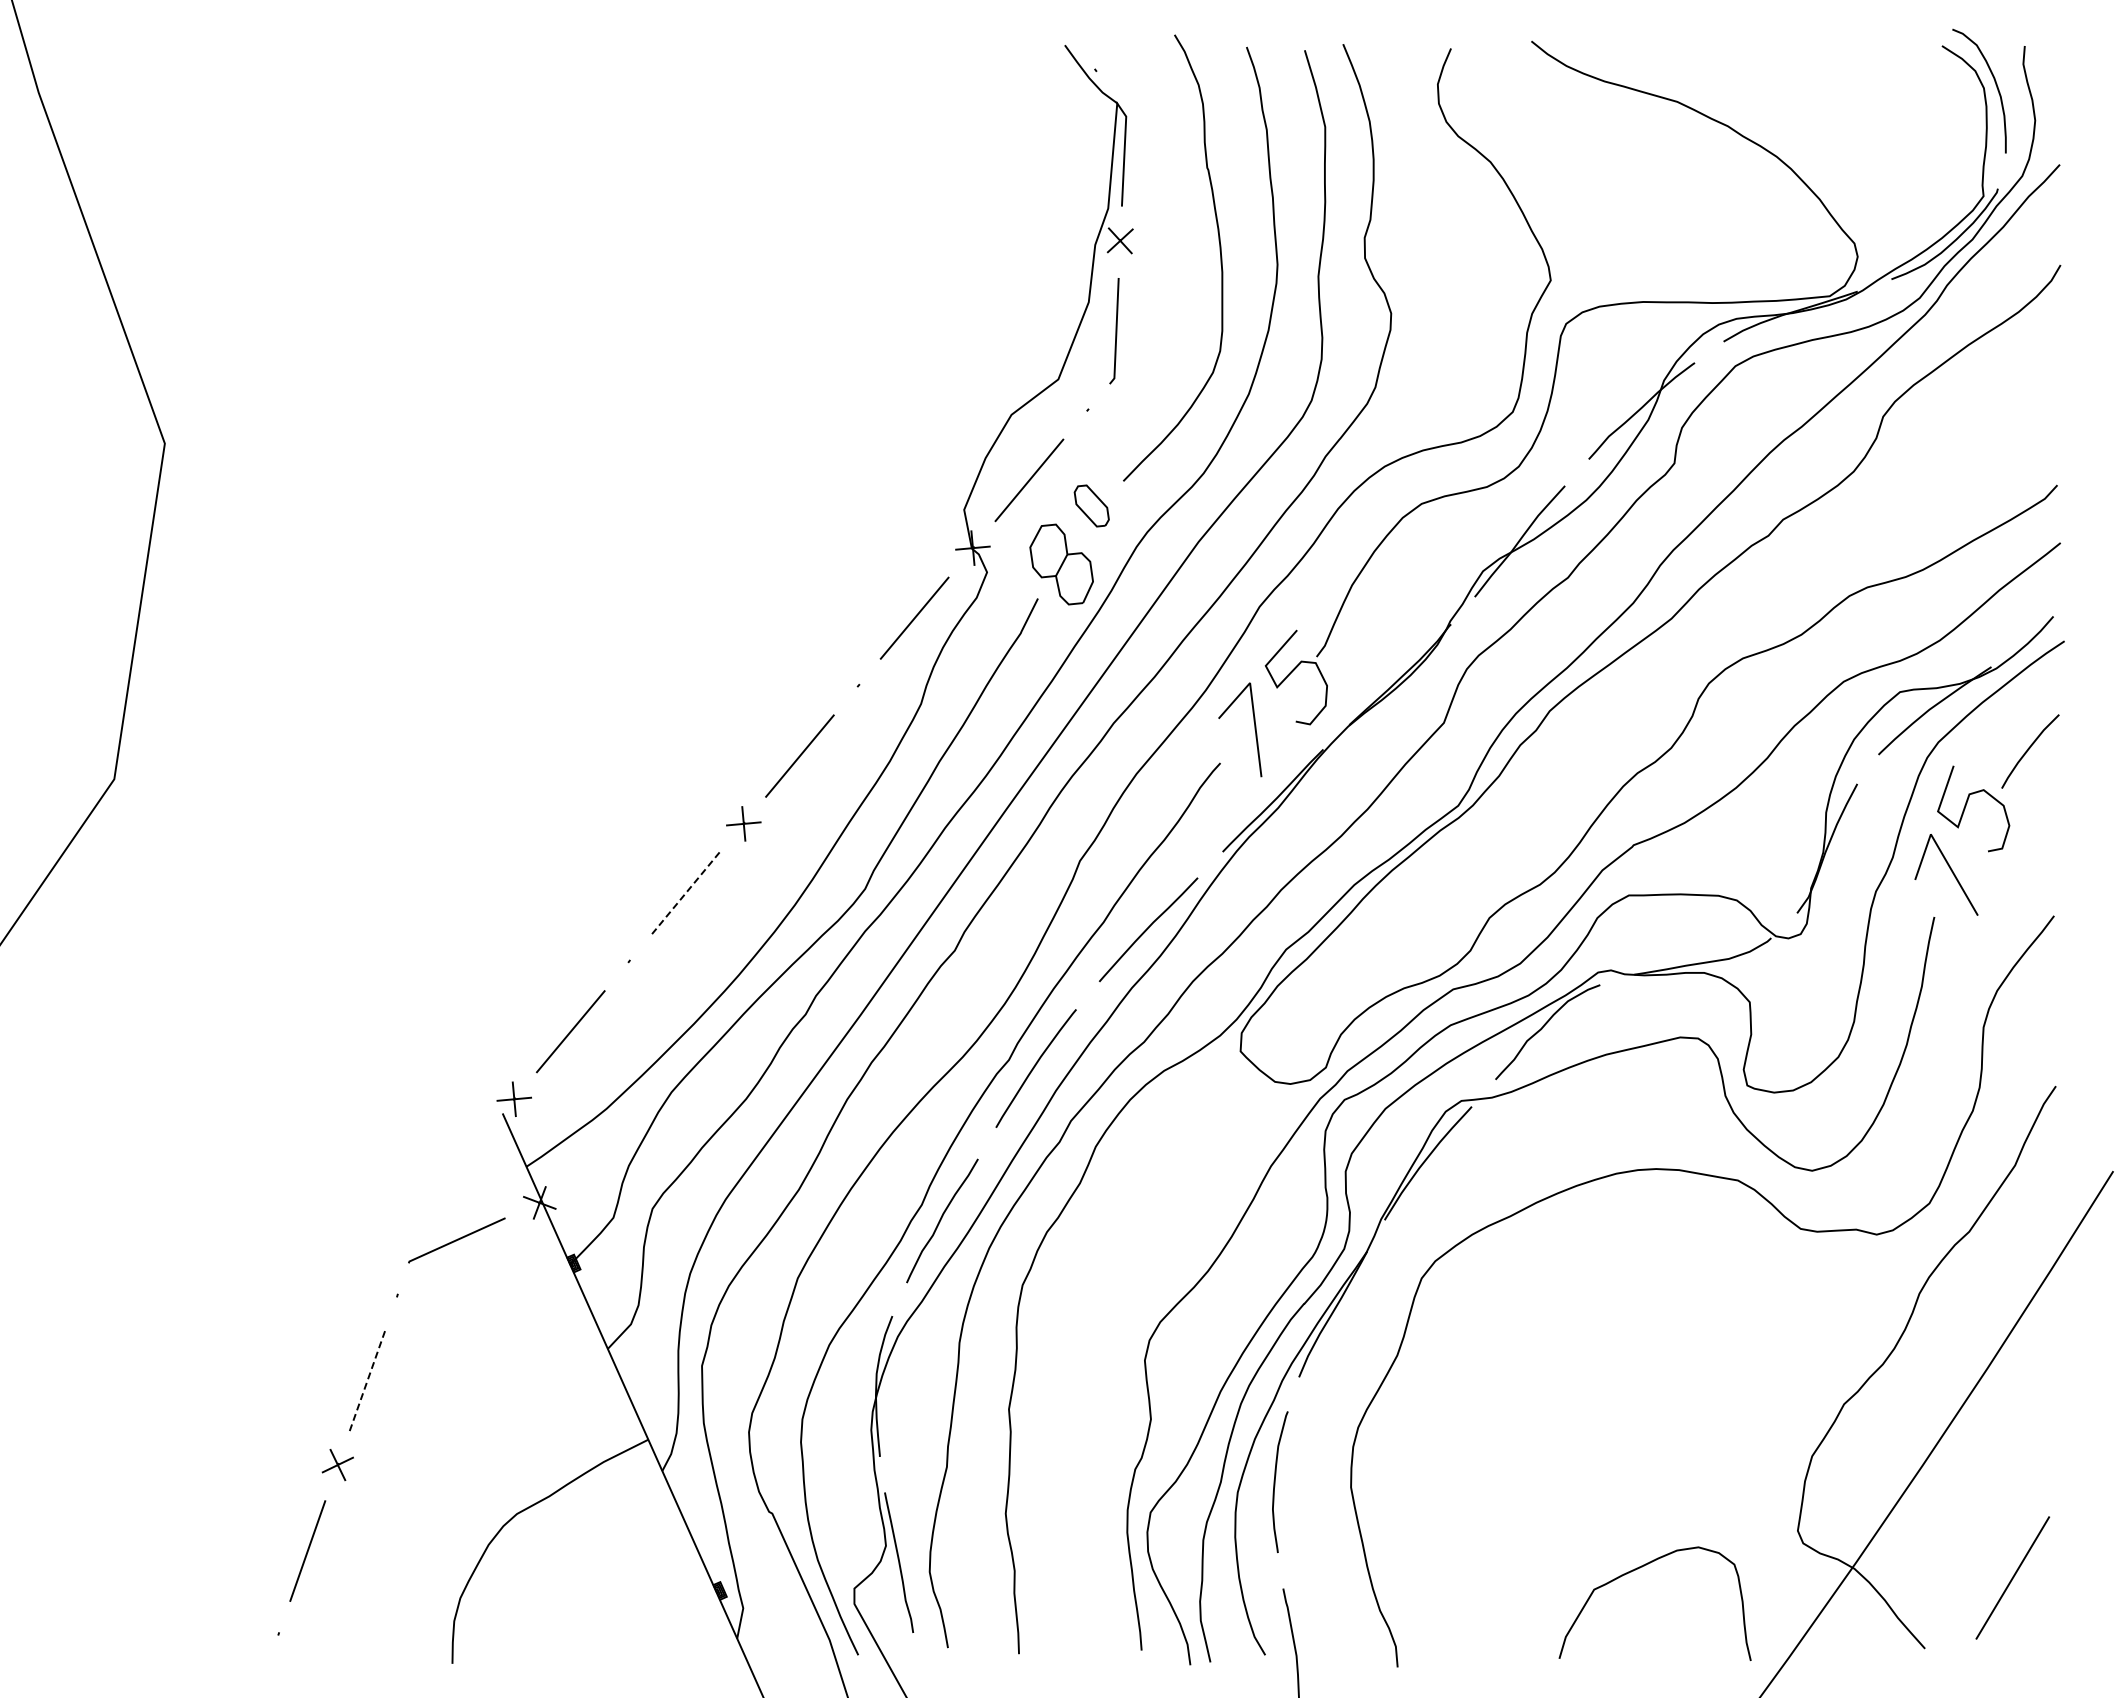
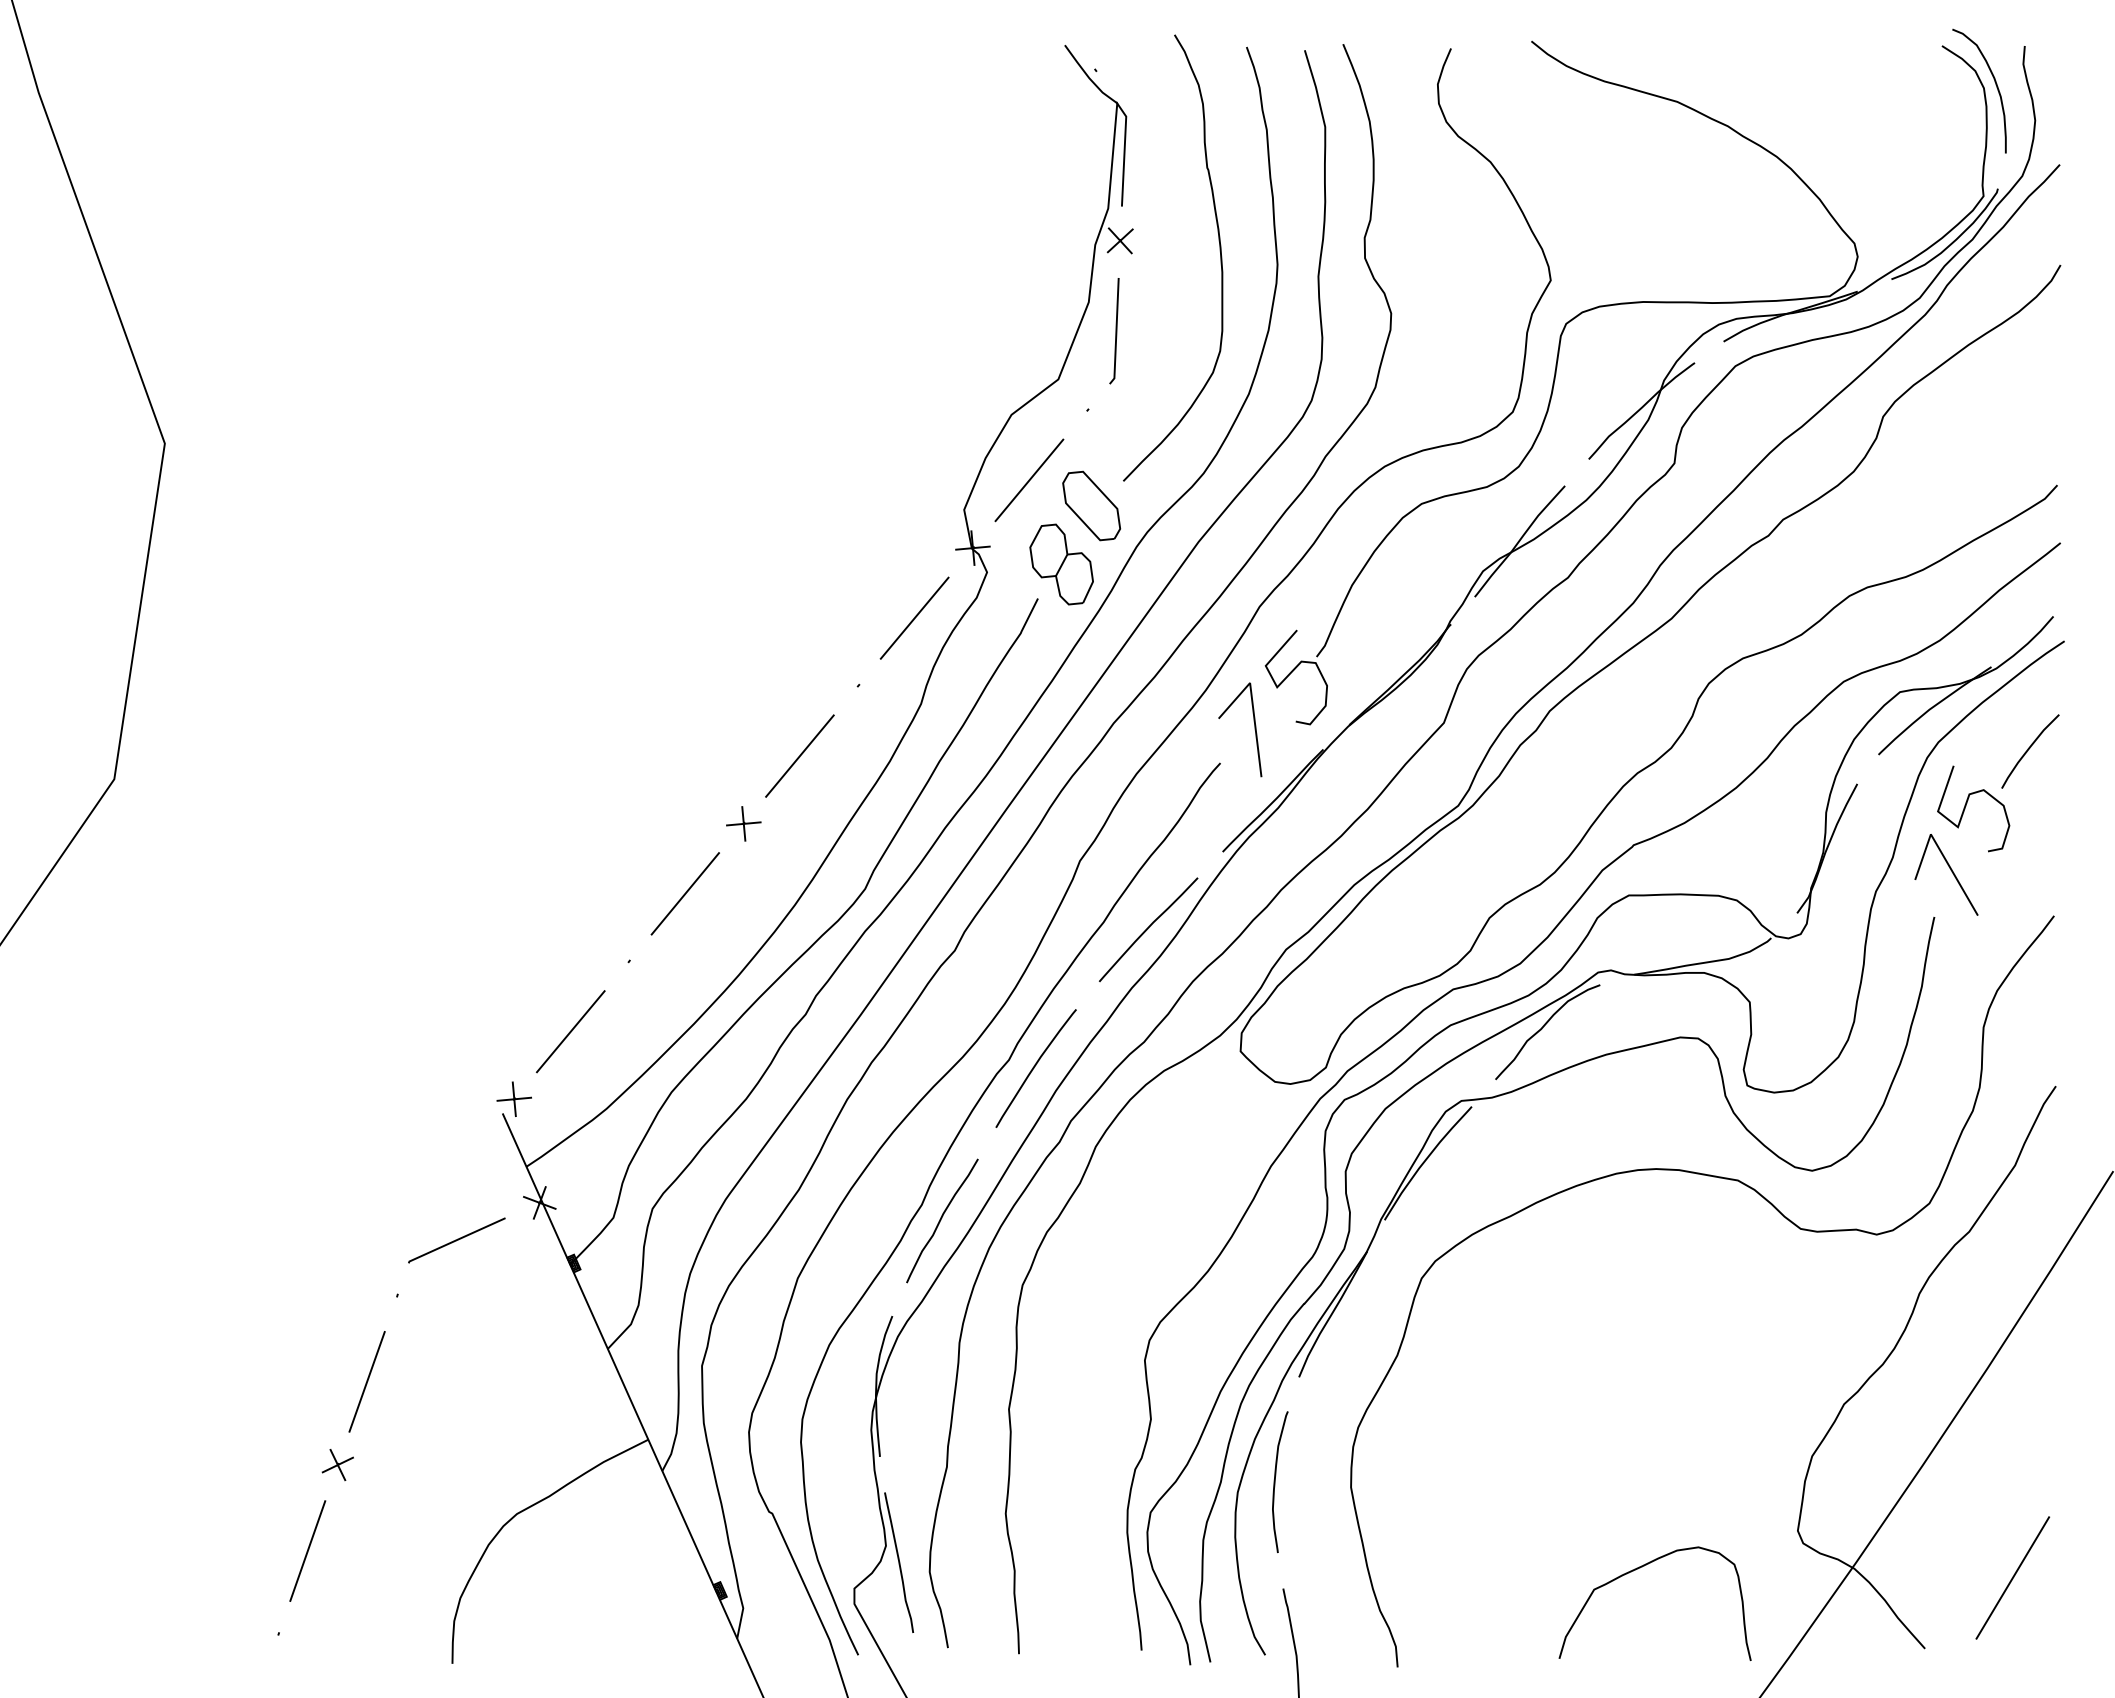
part at (1091, 505) size: 37x44 px -> 60x72 px
line at (685, 893): dashed -> solid
line at (367, 1381): dashed -> solid
